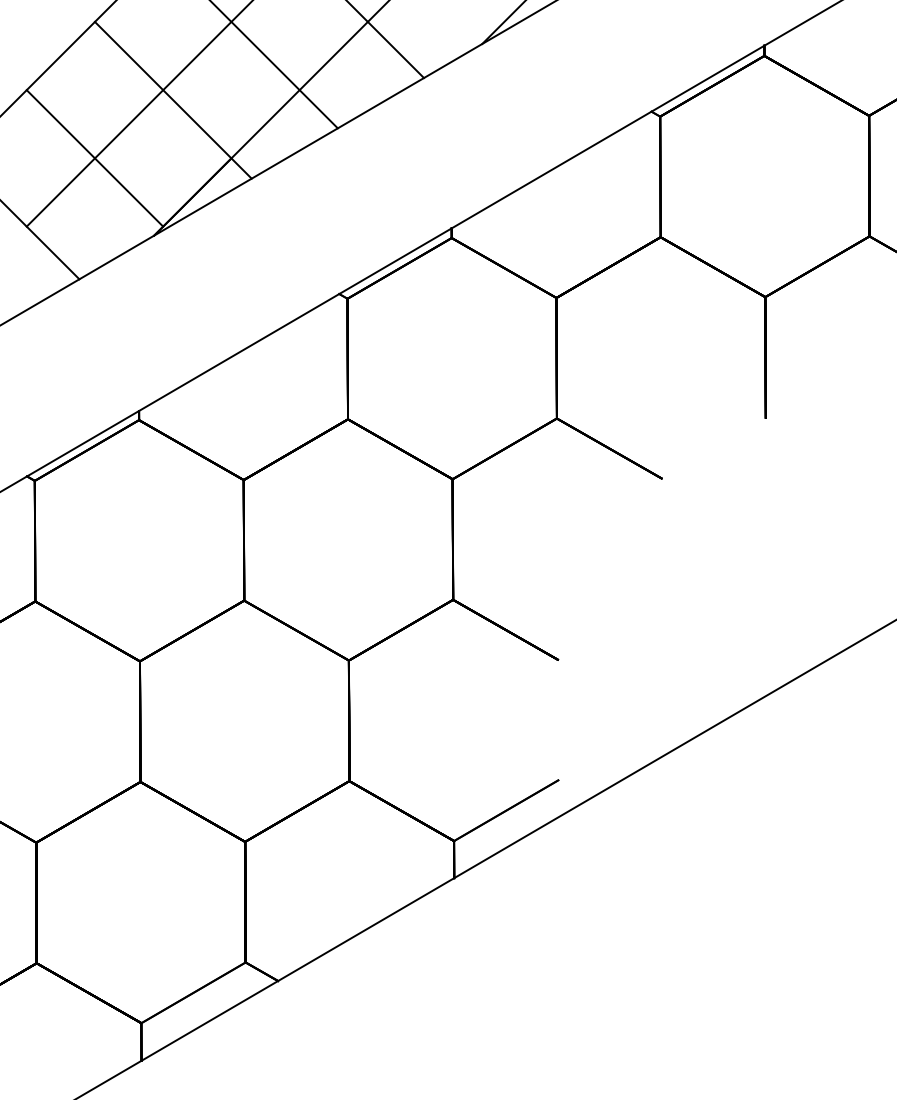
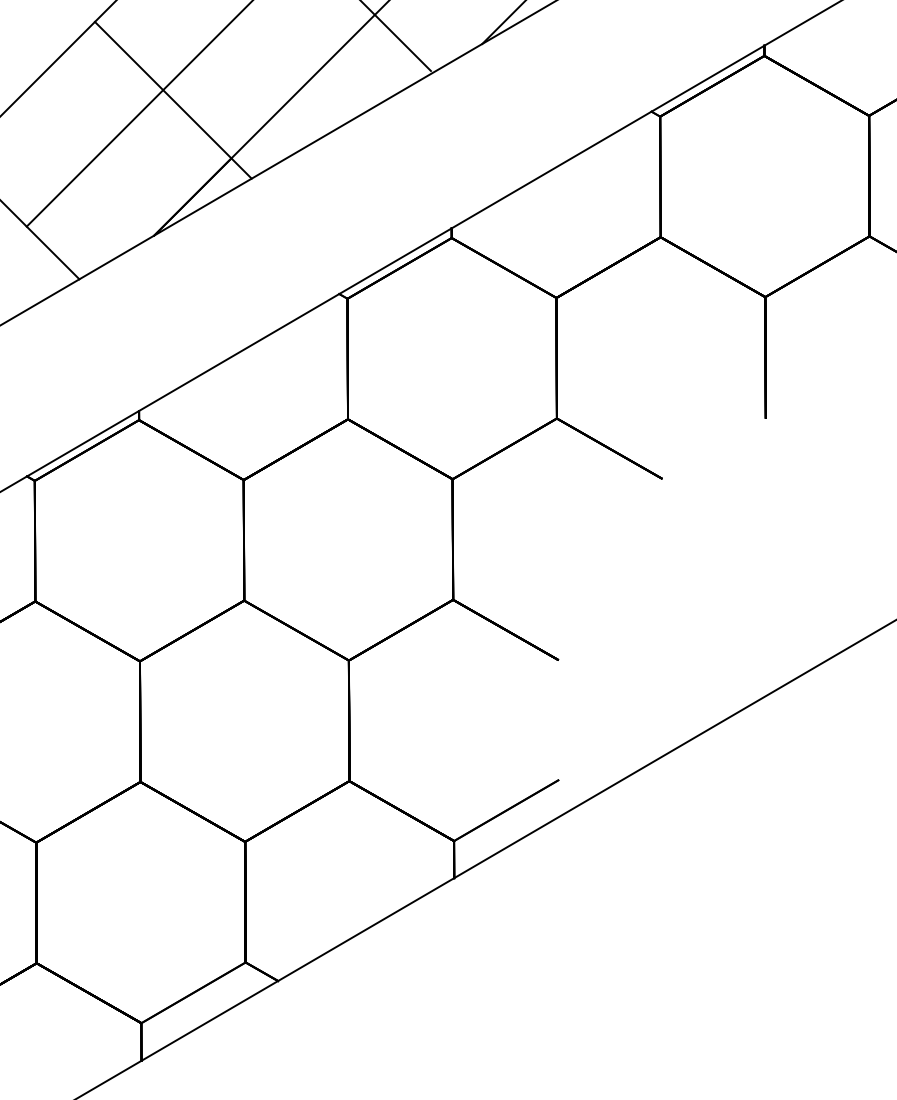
line at (385, 40) position: (385, 40) -> (396, 36)
line at (274, 65): present -> none
line at (94, 158): present -> none
